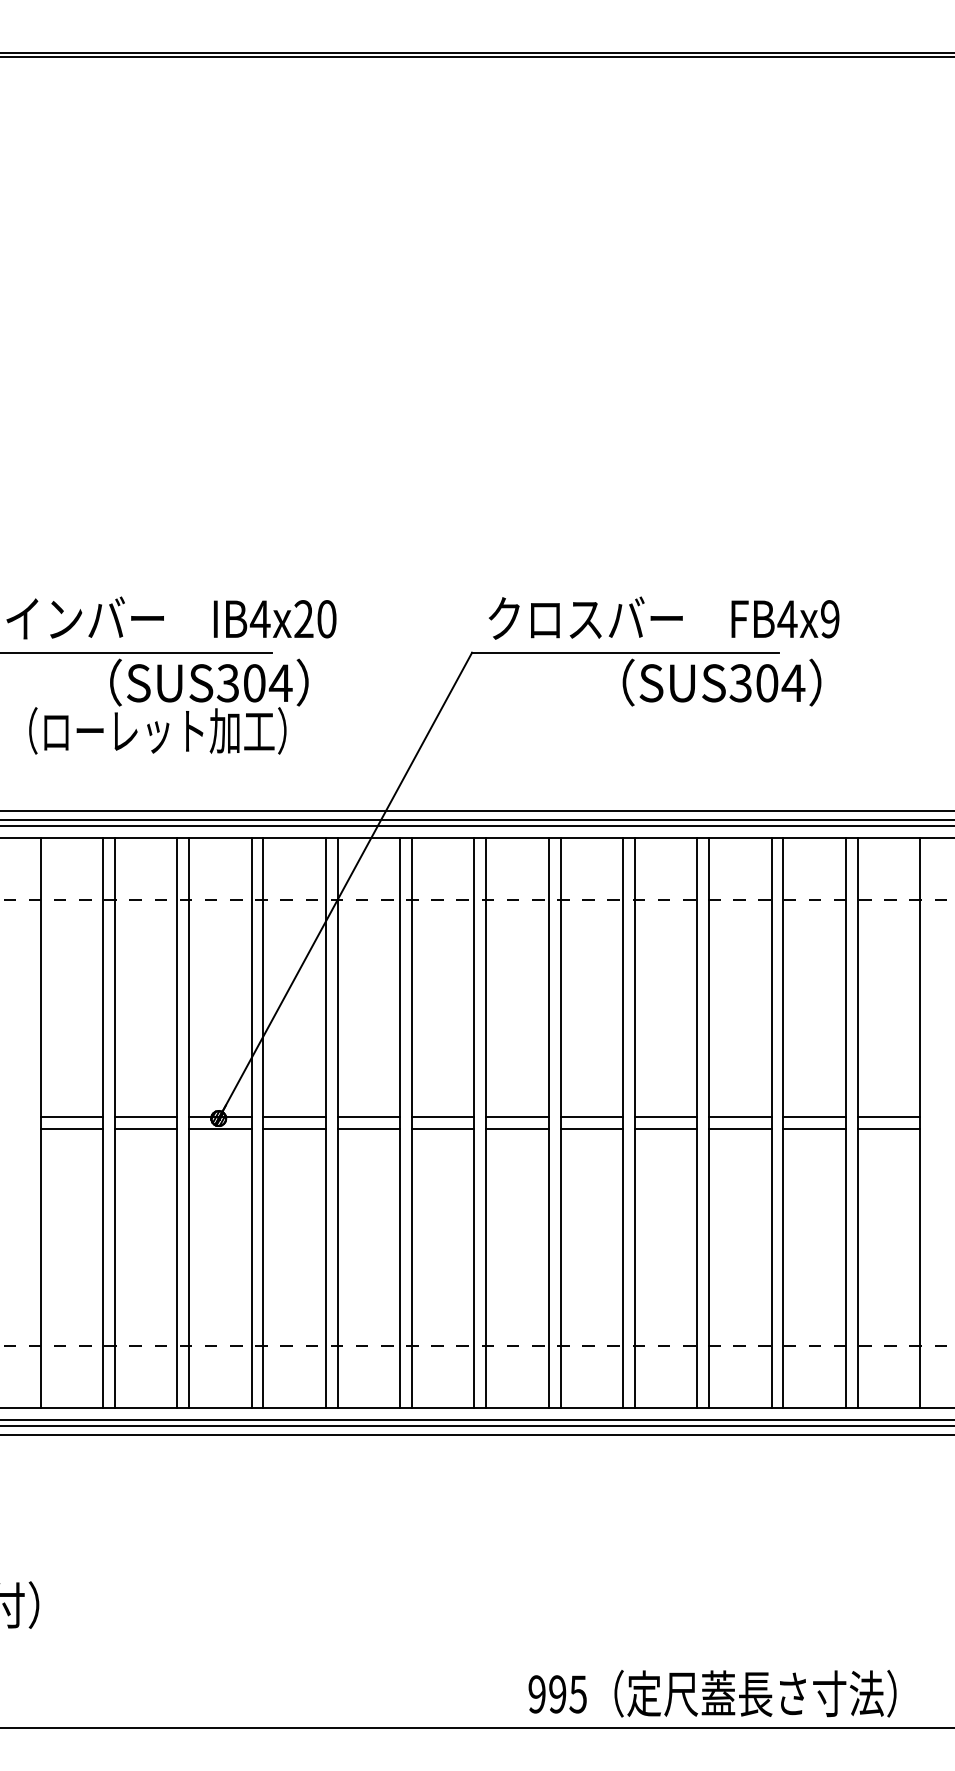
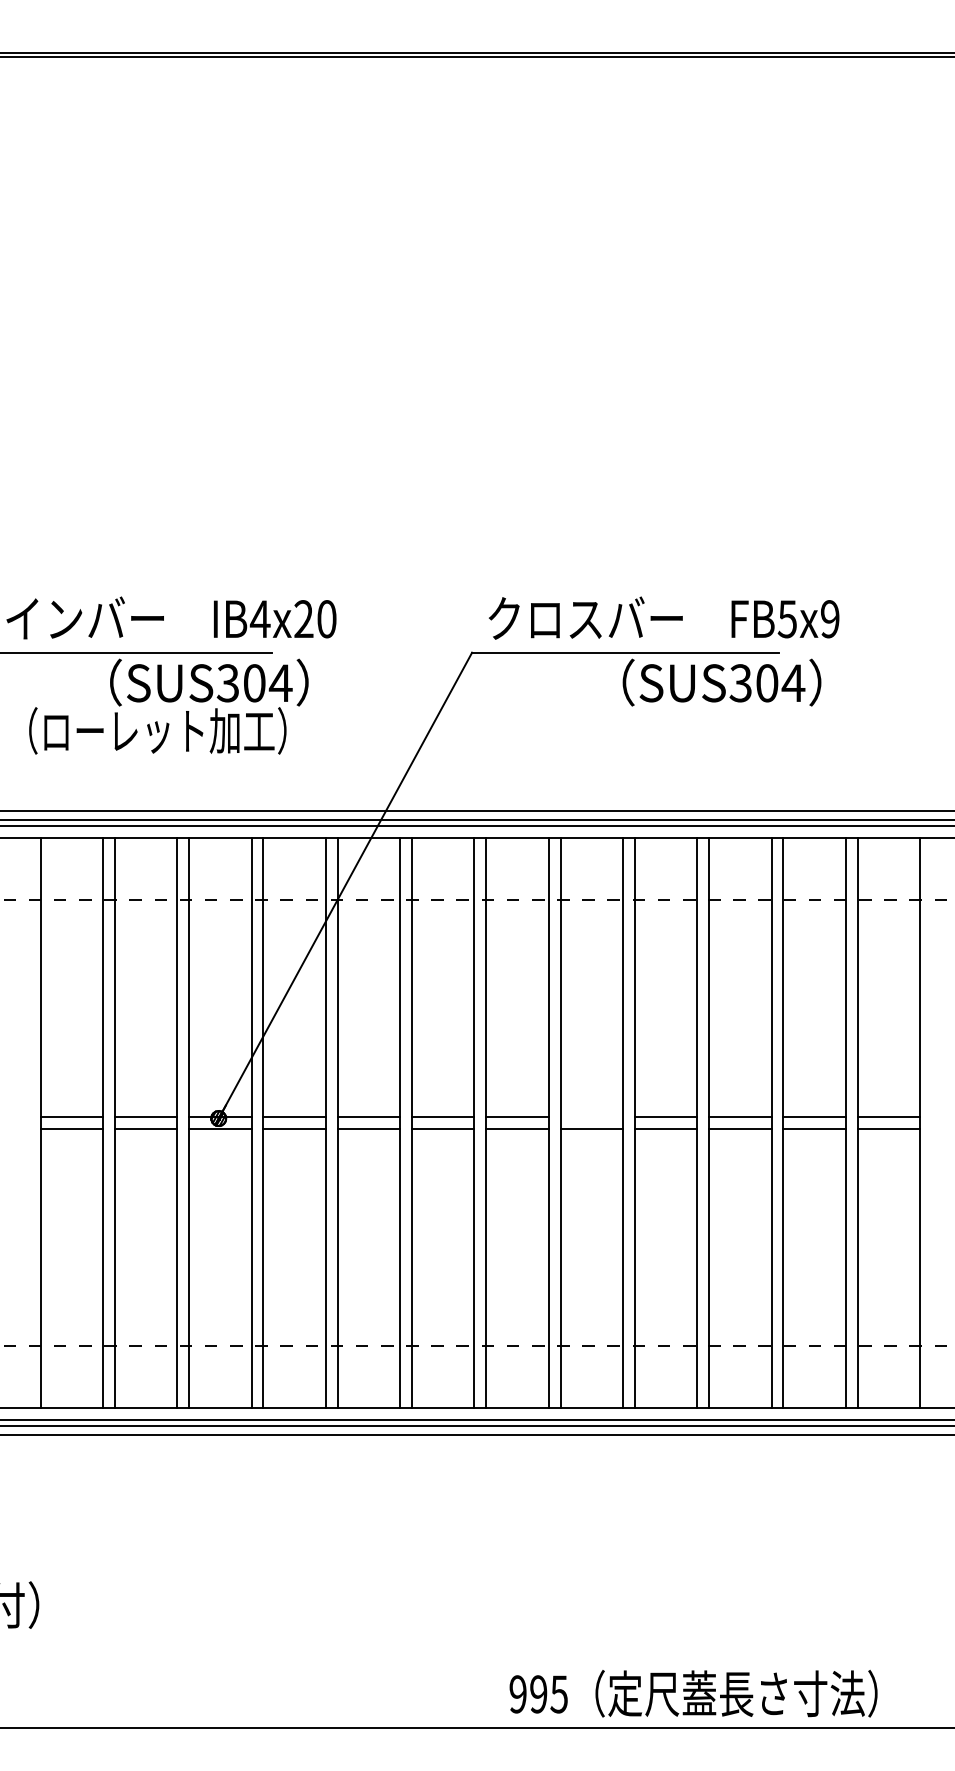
text at (787, 619): FB4x9 -> FB5x9
line at (591, 1117): present -> none
text at (712, 1693) position: (712, 1693) -> (693, 1693)
